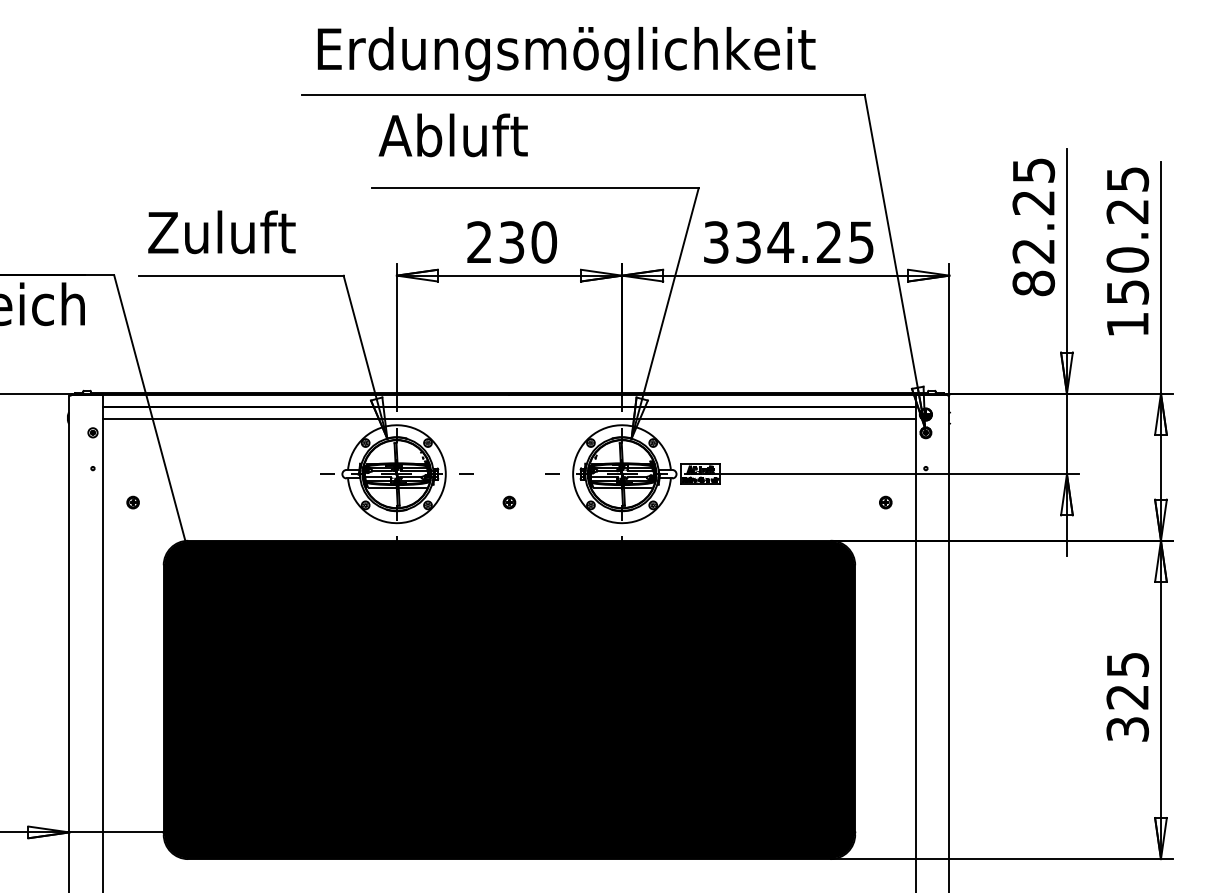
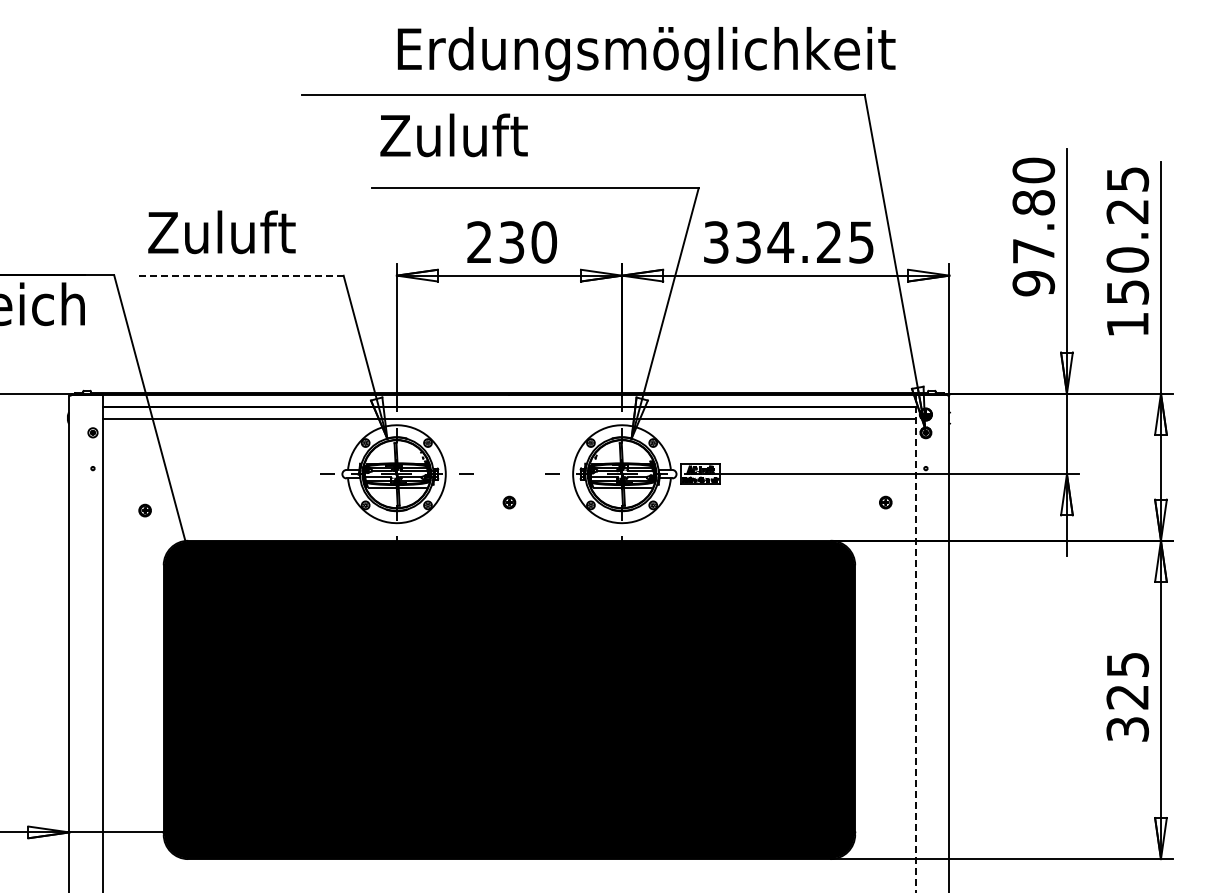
text at (566, 54) position: (566, 54) -> (646, 54)
text at (410, 135): Abluft -> Zuluft
text at (1033, 226): 82.25 -> 97.80
line at (240, 275): solid -> dashed
part at (132, 502) position: (132, 502) -> (144, 510)
line at (916, 643): solid -> dashed
